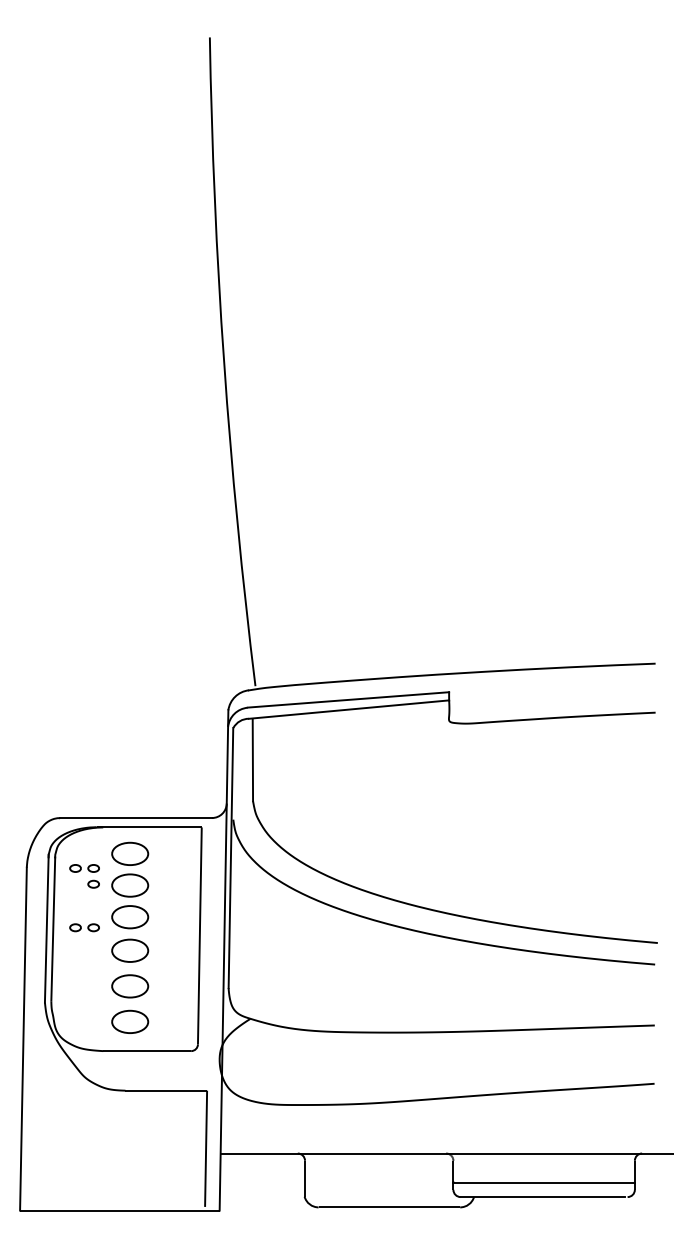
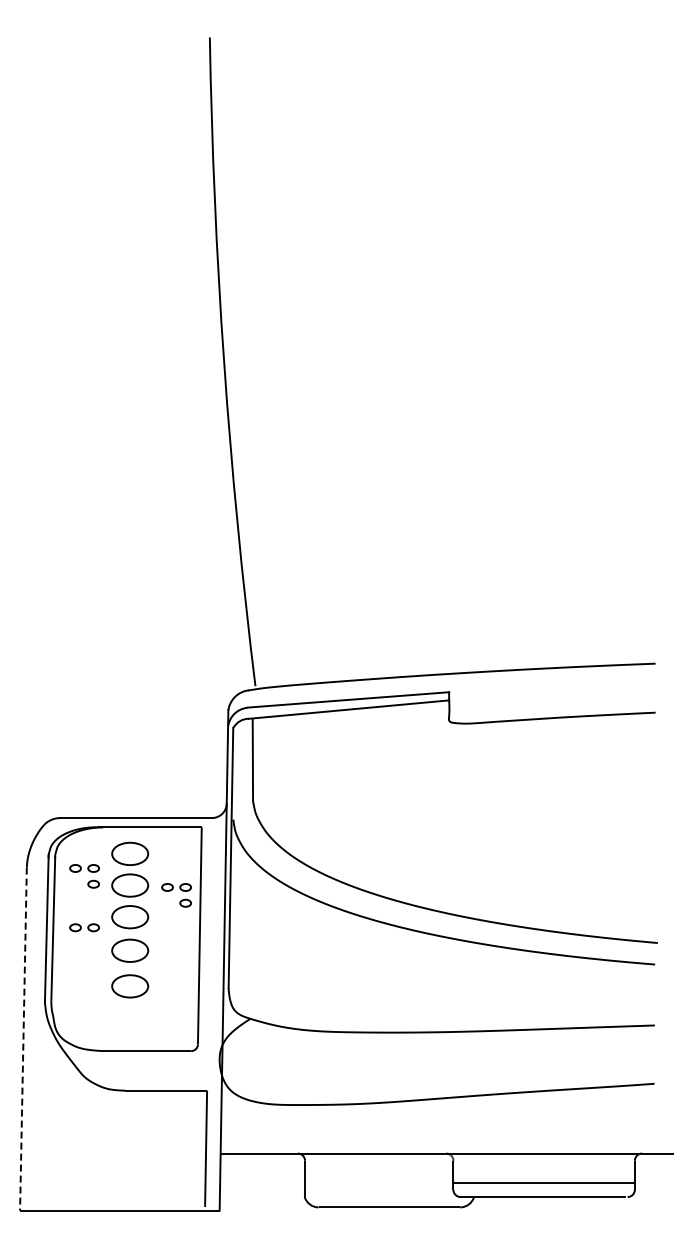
part at (172, 890): none -> present
part at (130, 1021): present -> none
line at (23, 1039): solid -> dashed
